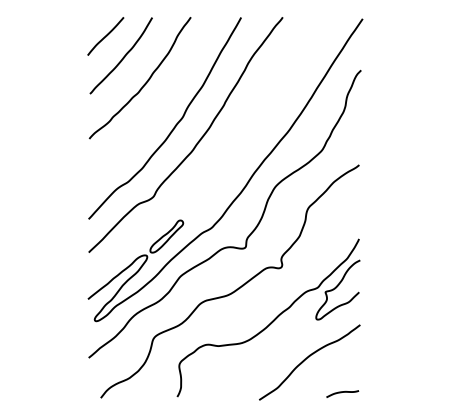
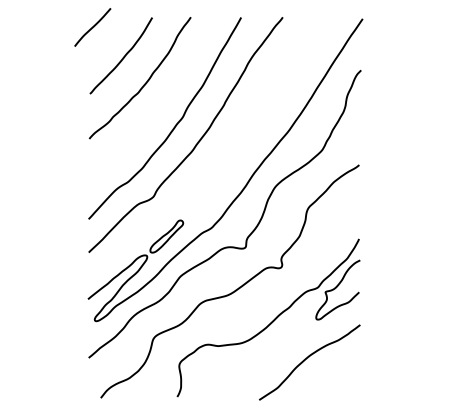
curve at (105, 36) position: (105, 36) -> (92, 27)
curve at (342, 392): present -> none
